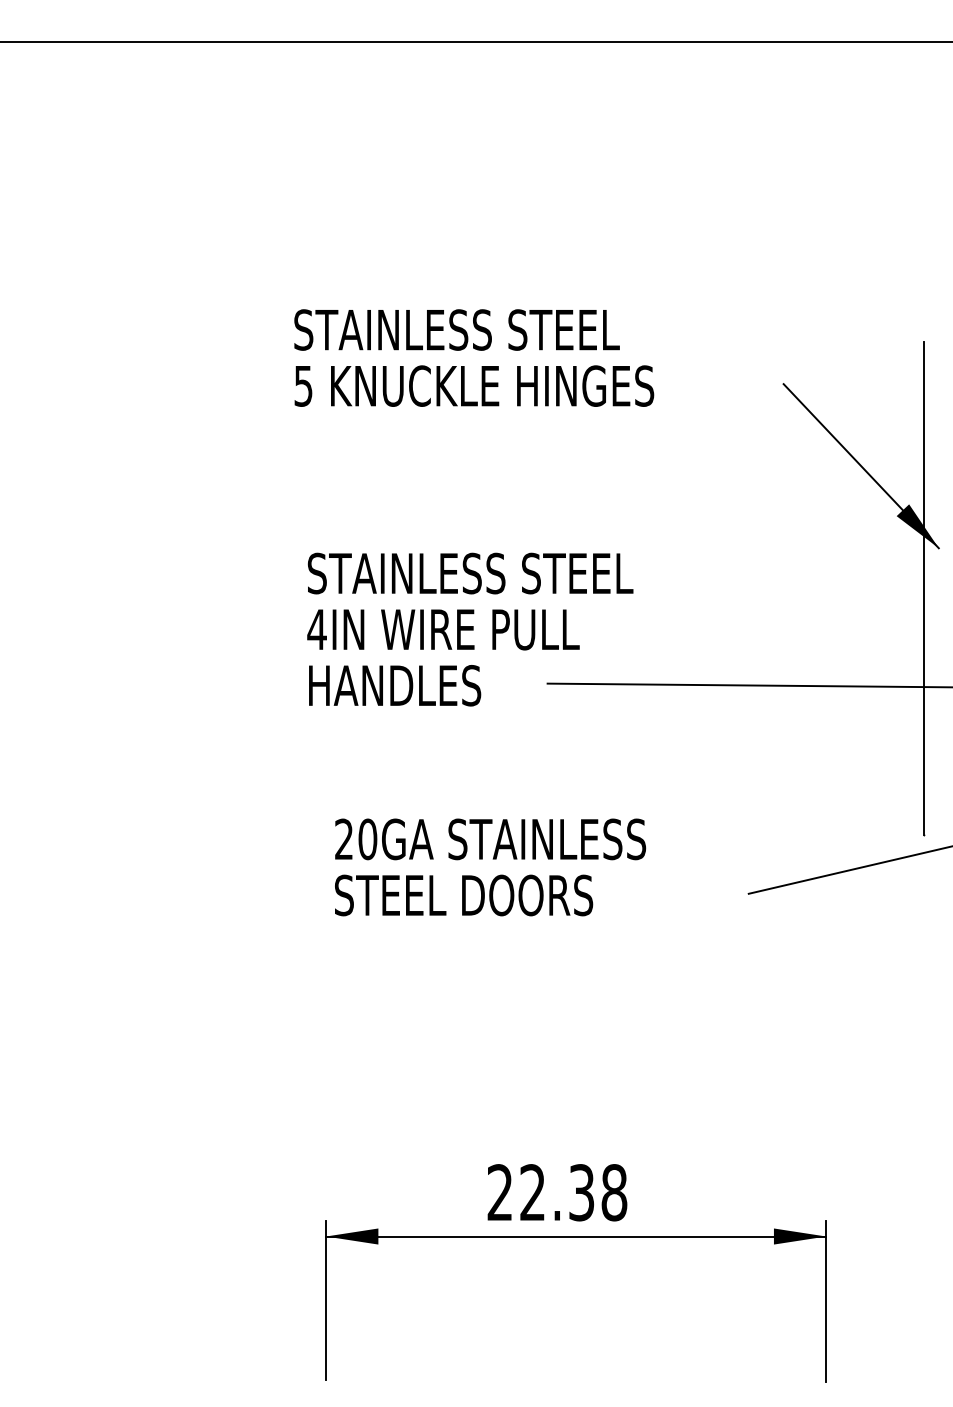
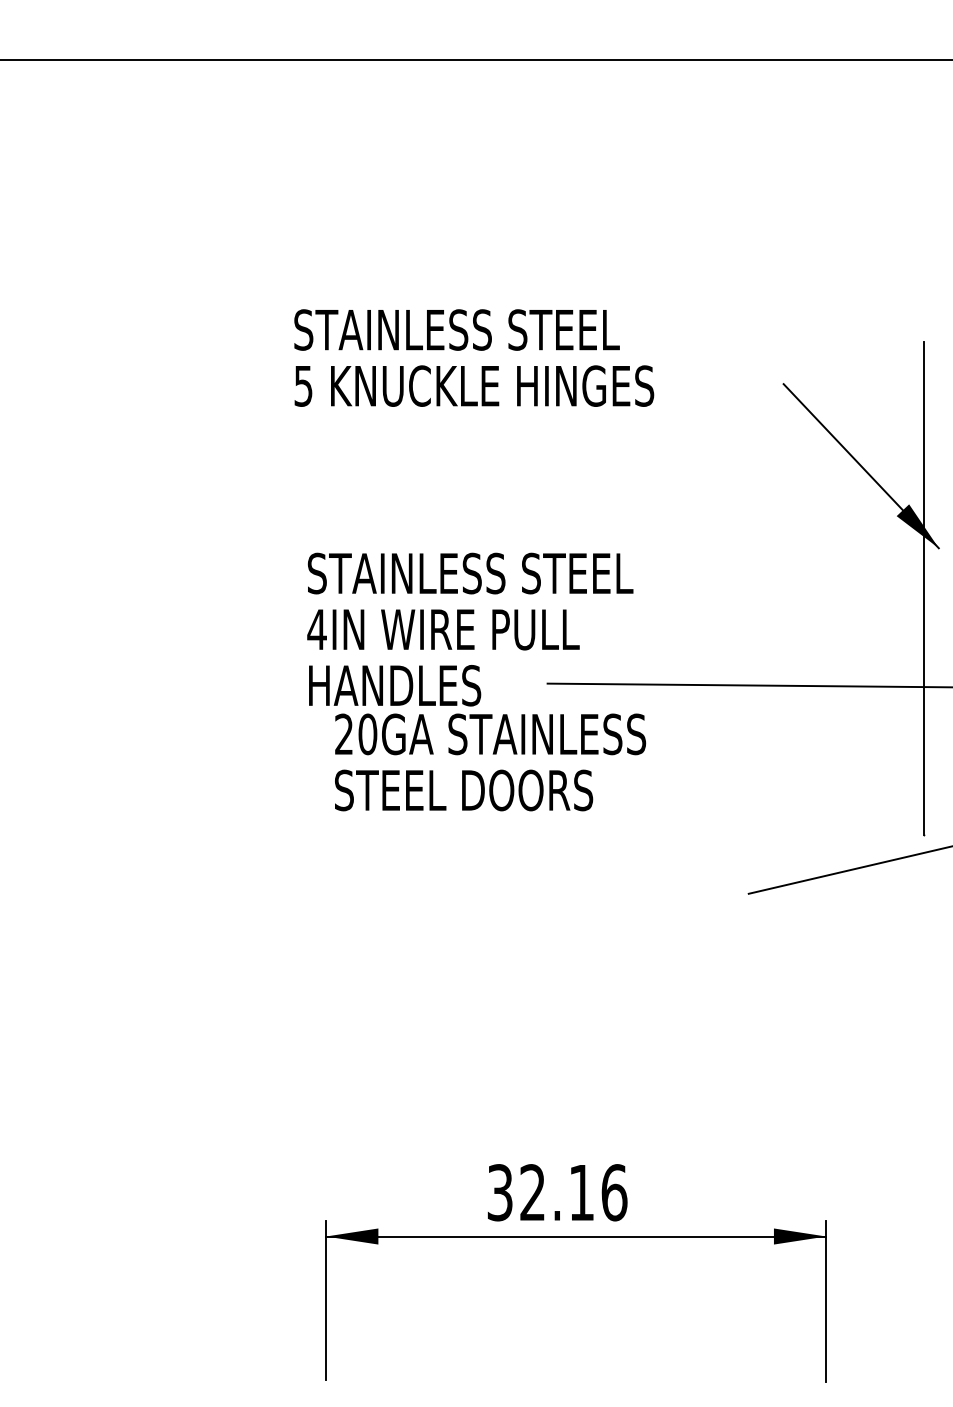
line at (475, 42) position: (475, 42) -> (475, 60)
text at (490, 867) position: (490, 867) -> (490, 762)
text at (557, 1192): 22.38 -> 32.16
